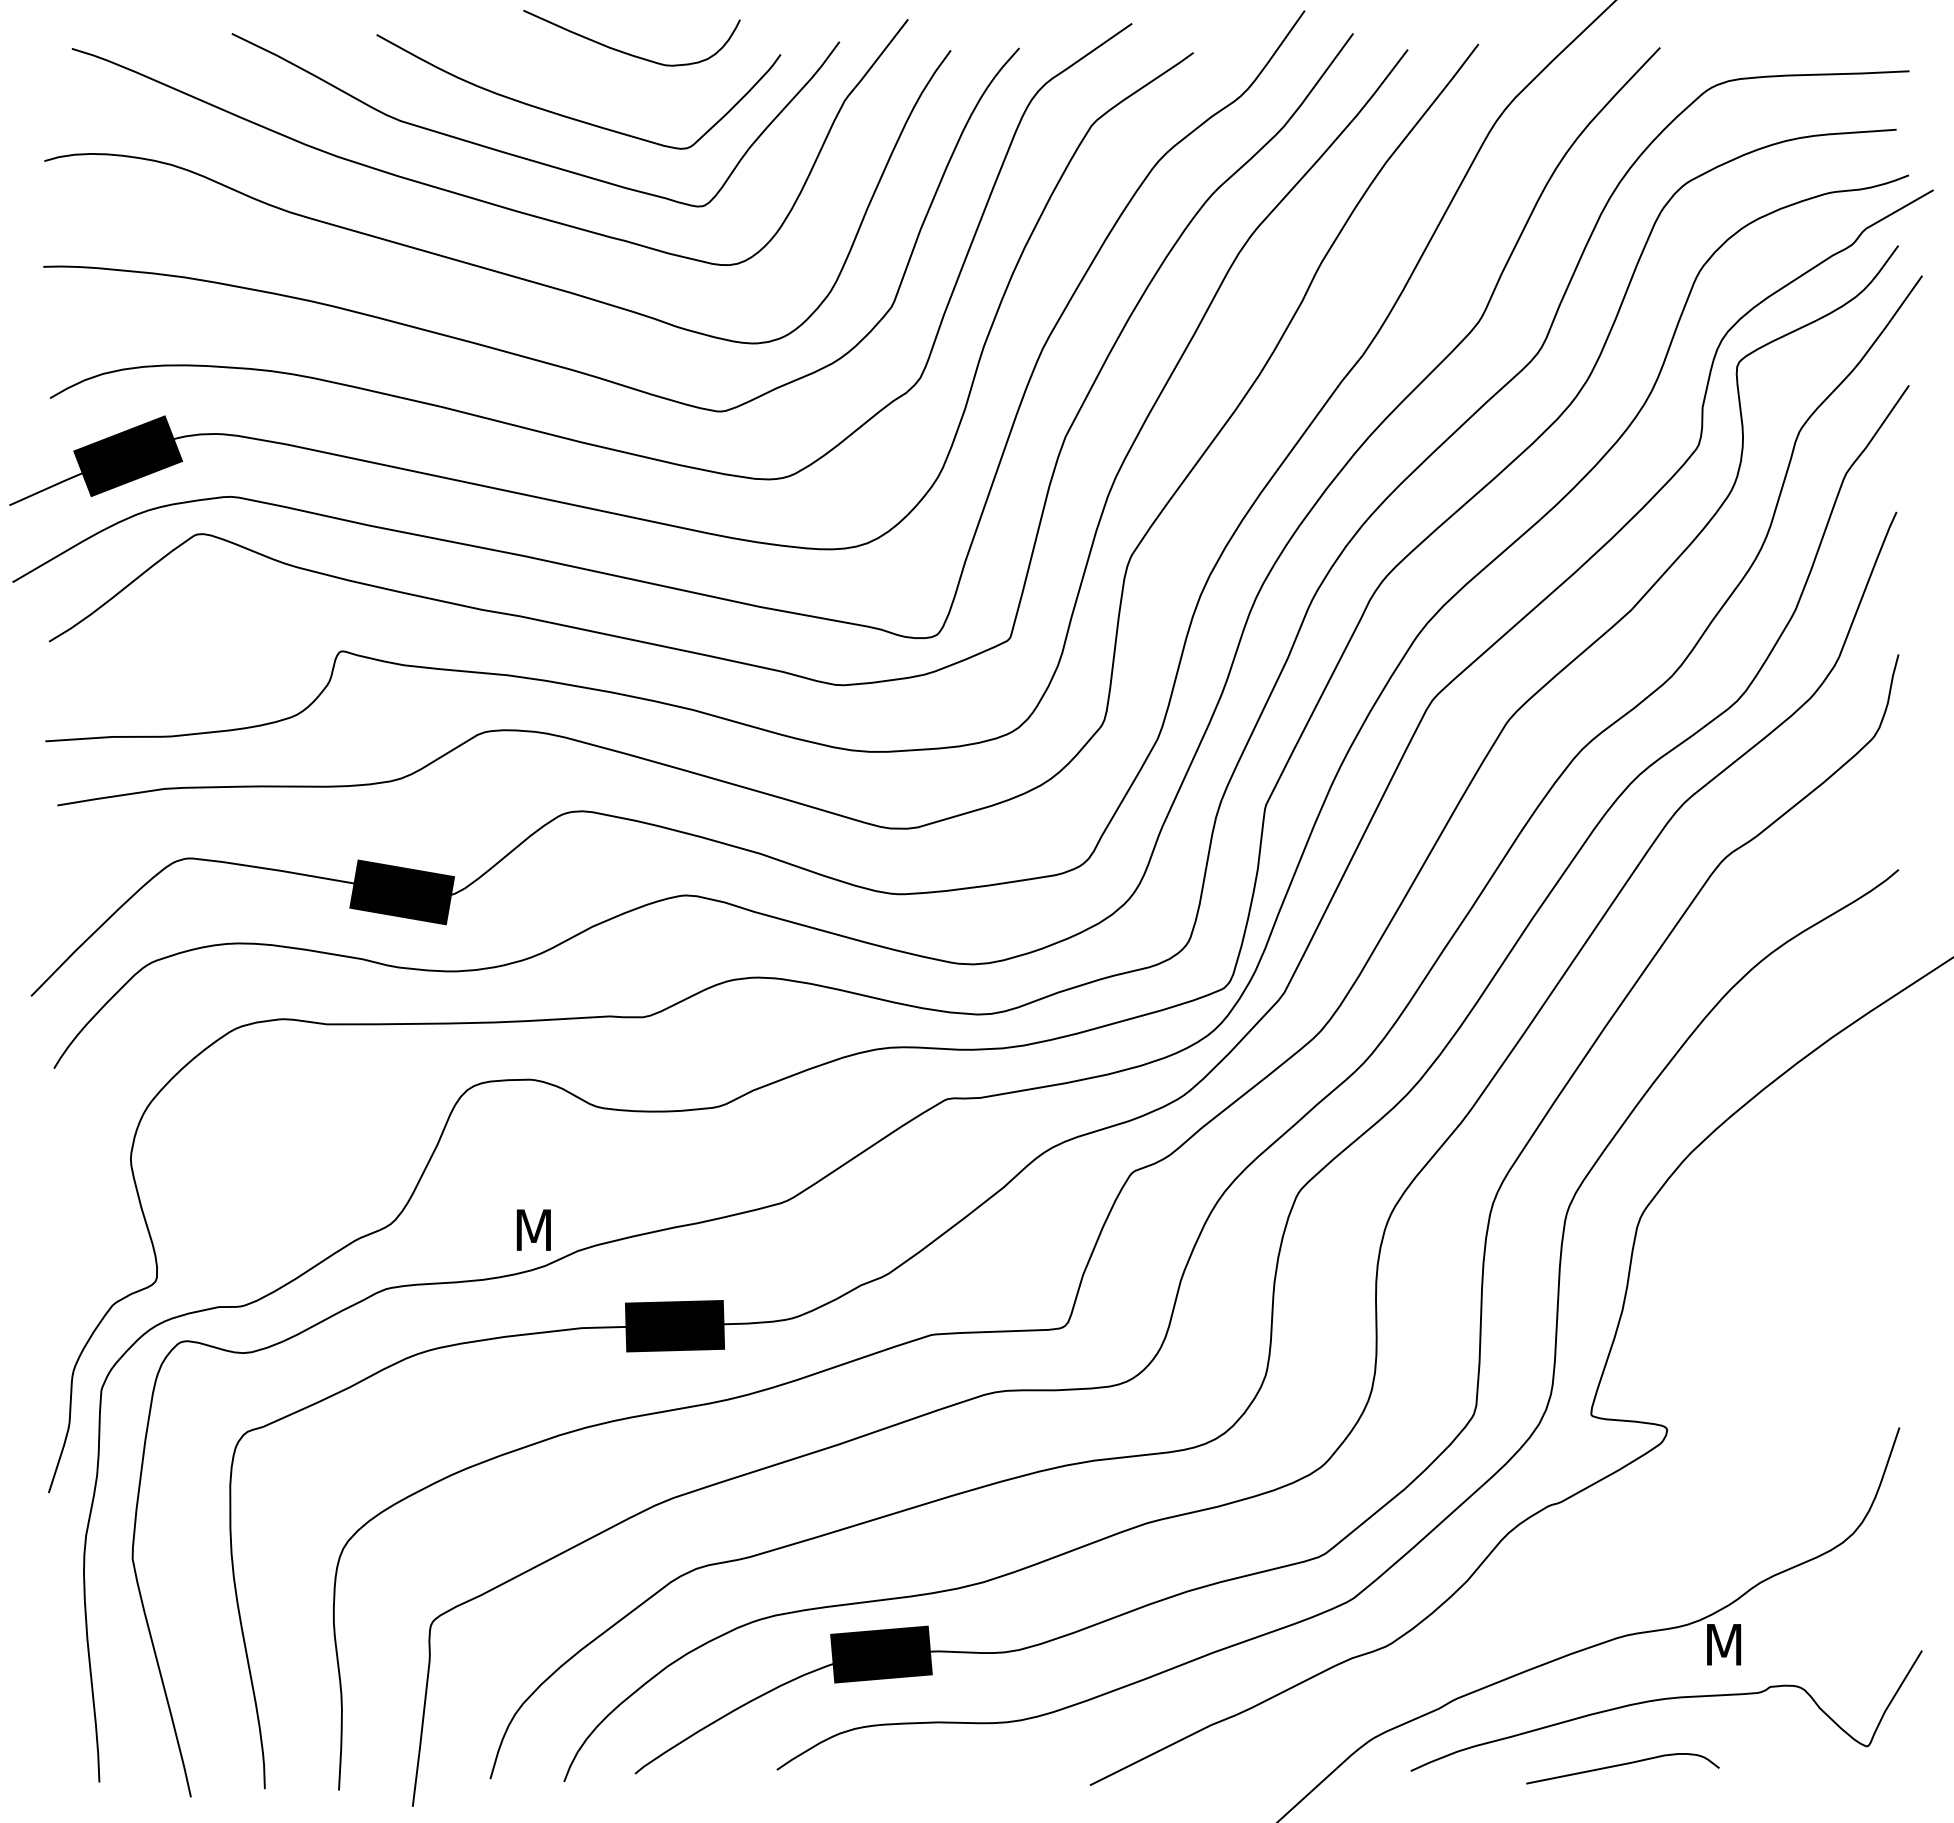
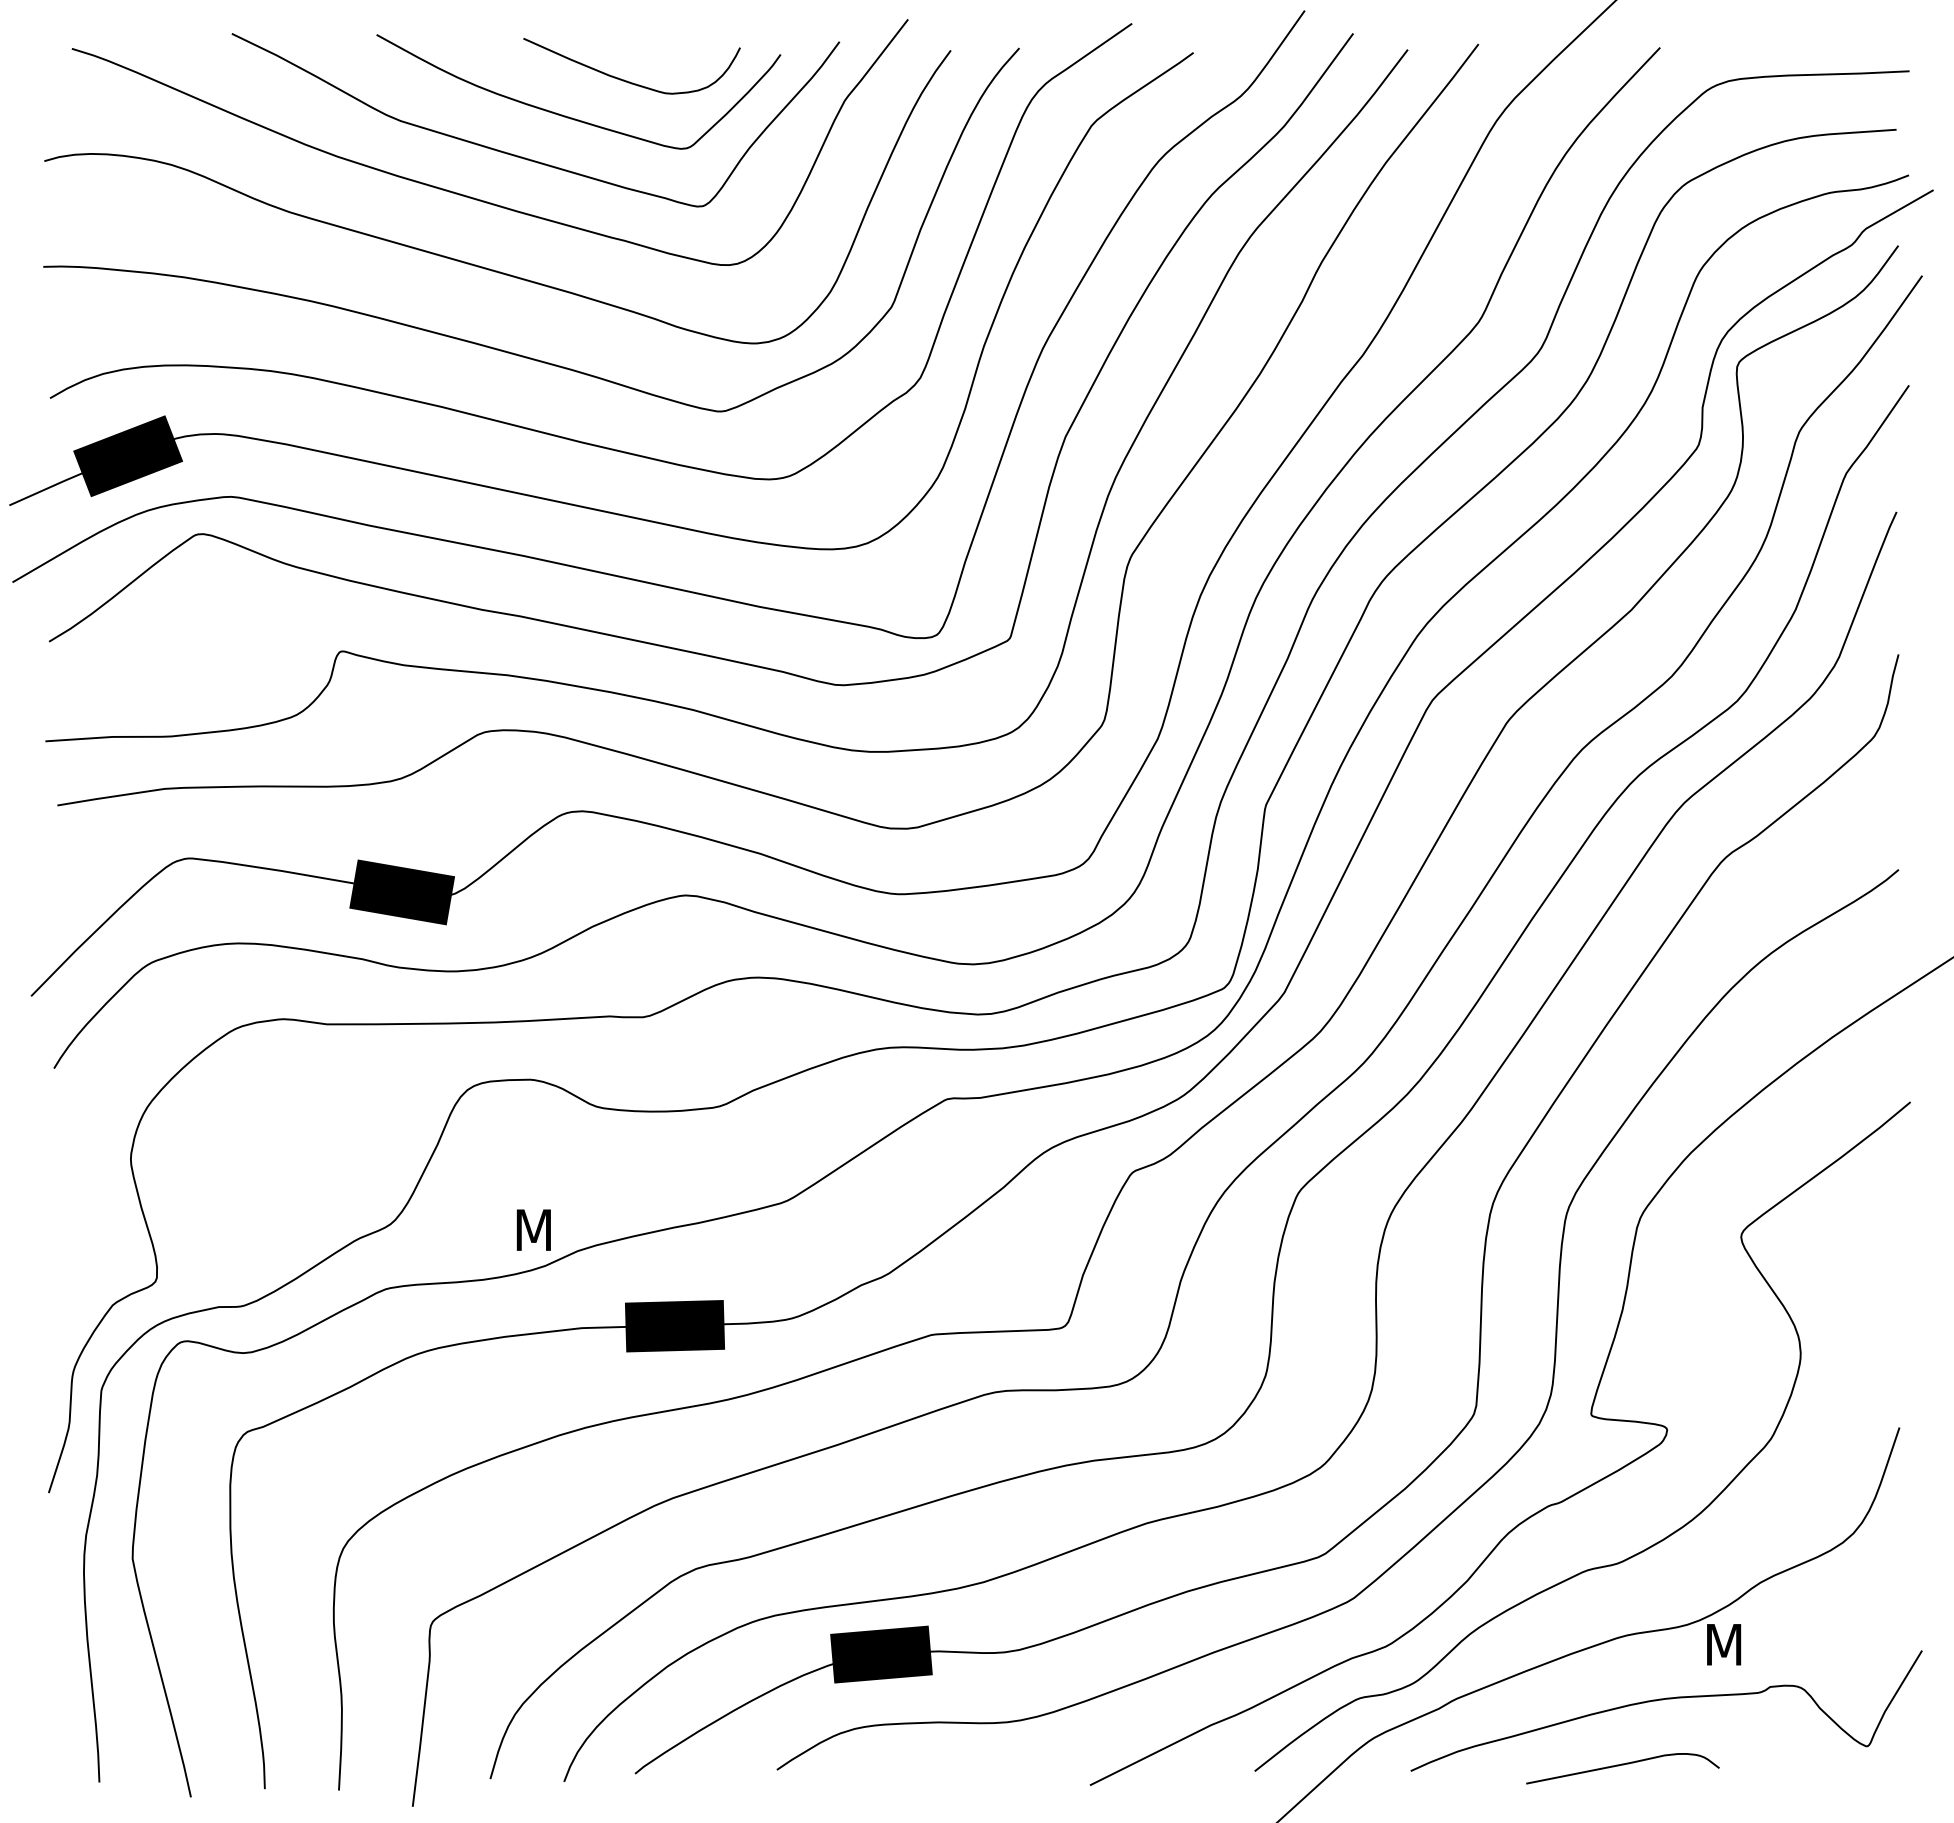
curve at (627, 52) position: (627, 52) -> (627, 80)
curve at (1645, 1548): none -> present
